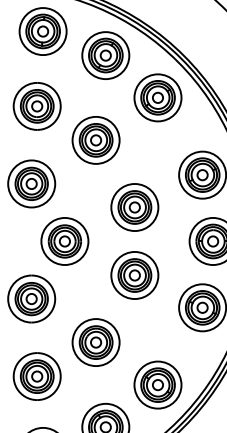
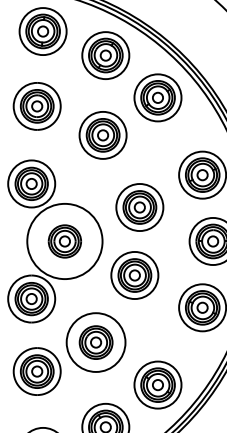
part at (95, 140) position: (95, 140) -> (102, 135)
part at (134, 207) position: (134, 207) -> (139, 207)
circle at (64, 241) diameter: 47 px -> 75 px
circle at (95, 342) diameter: 47 px -> 59 px
part at (36, 376) position: (36, 376) -> (36, 371)
